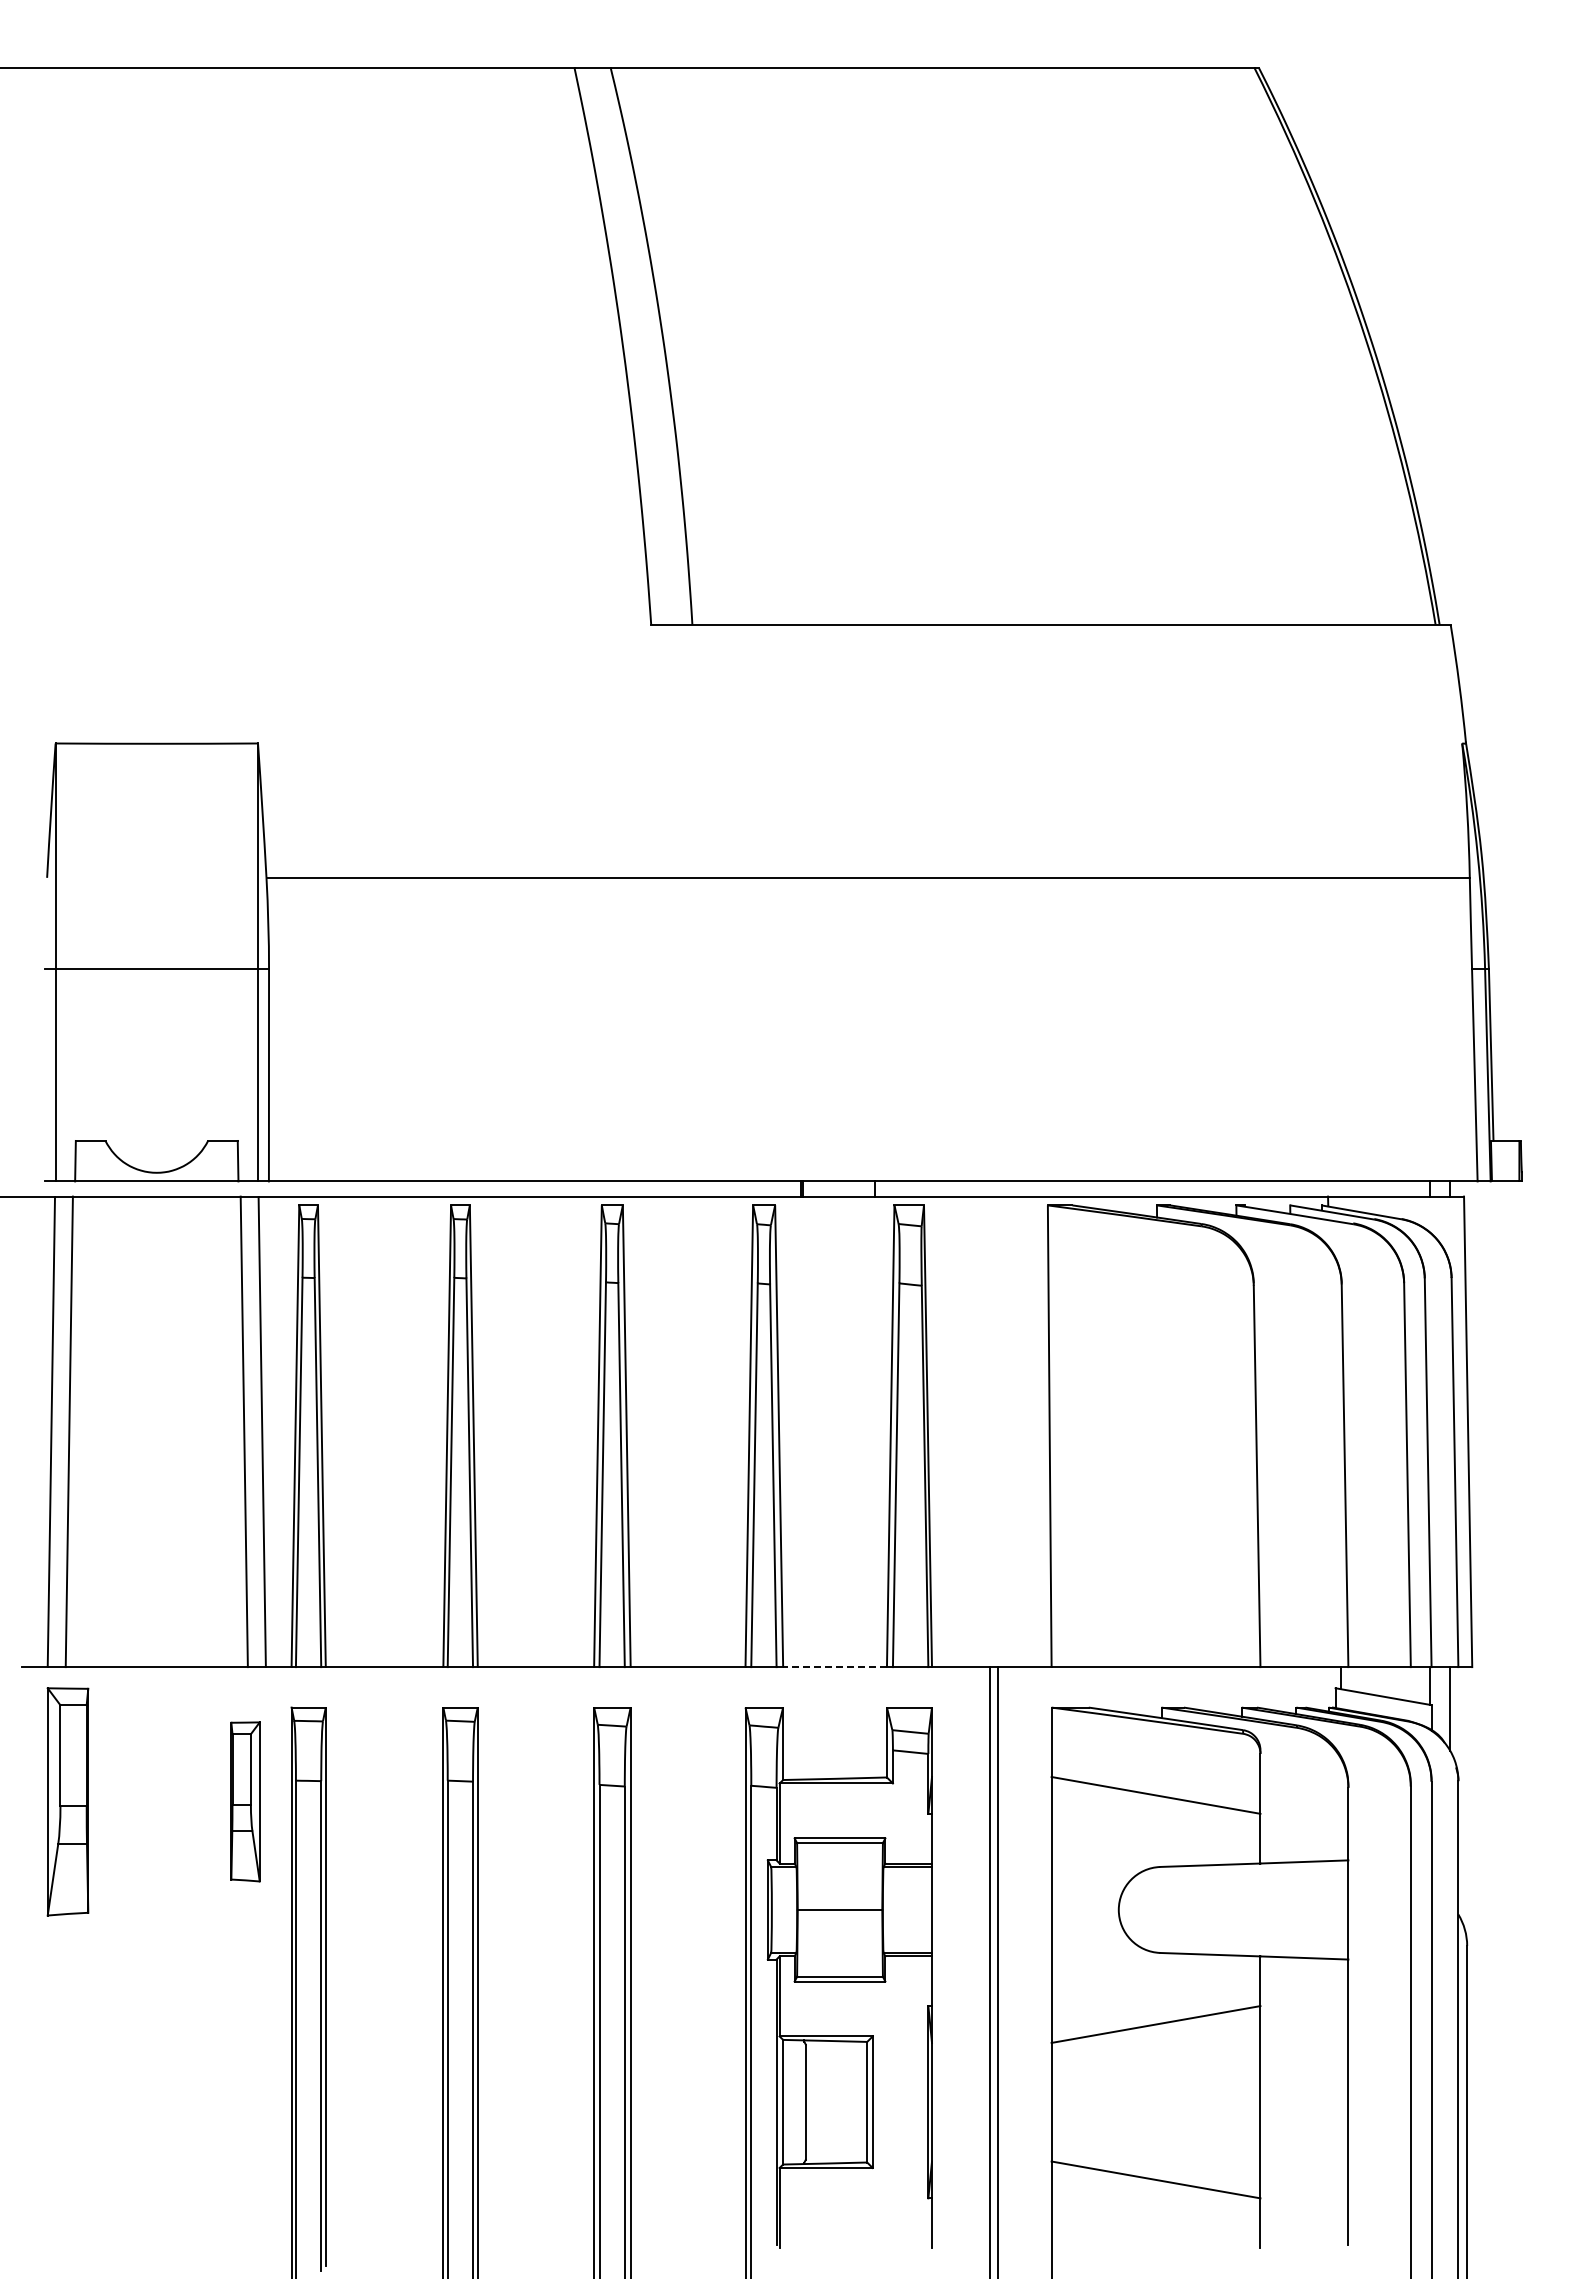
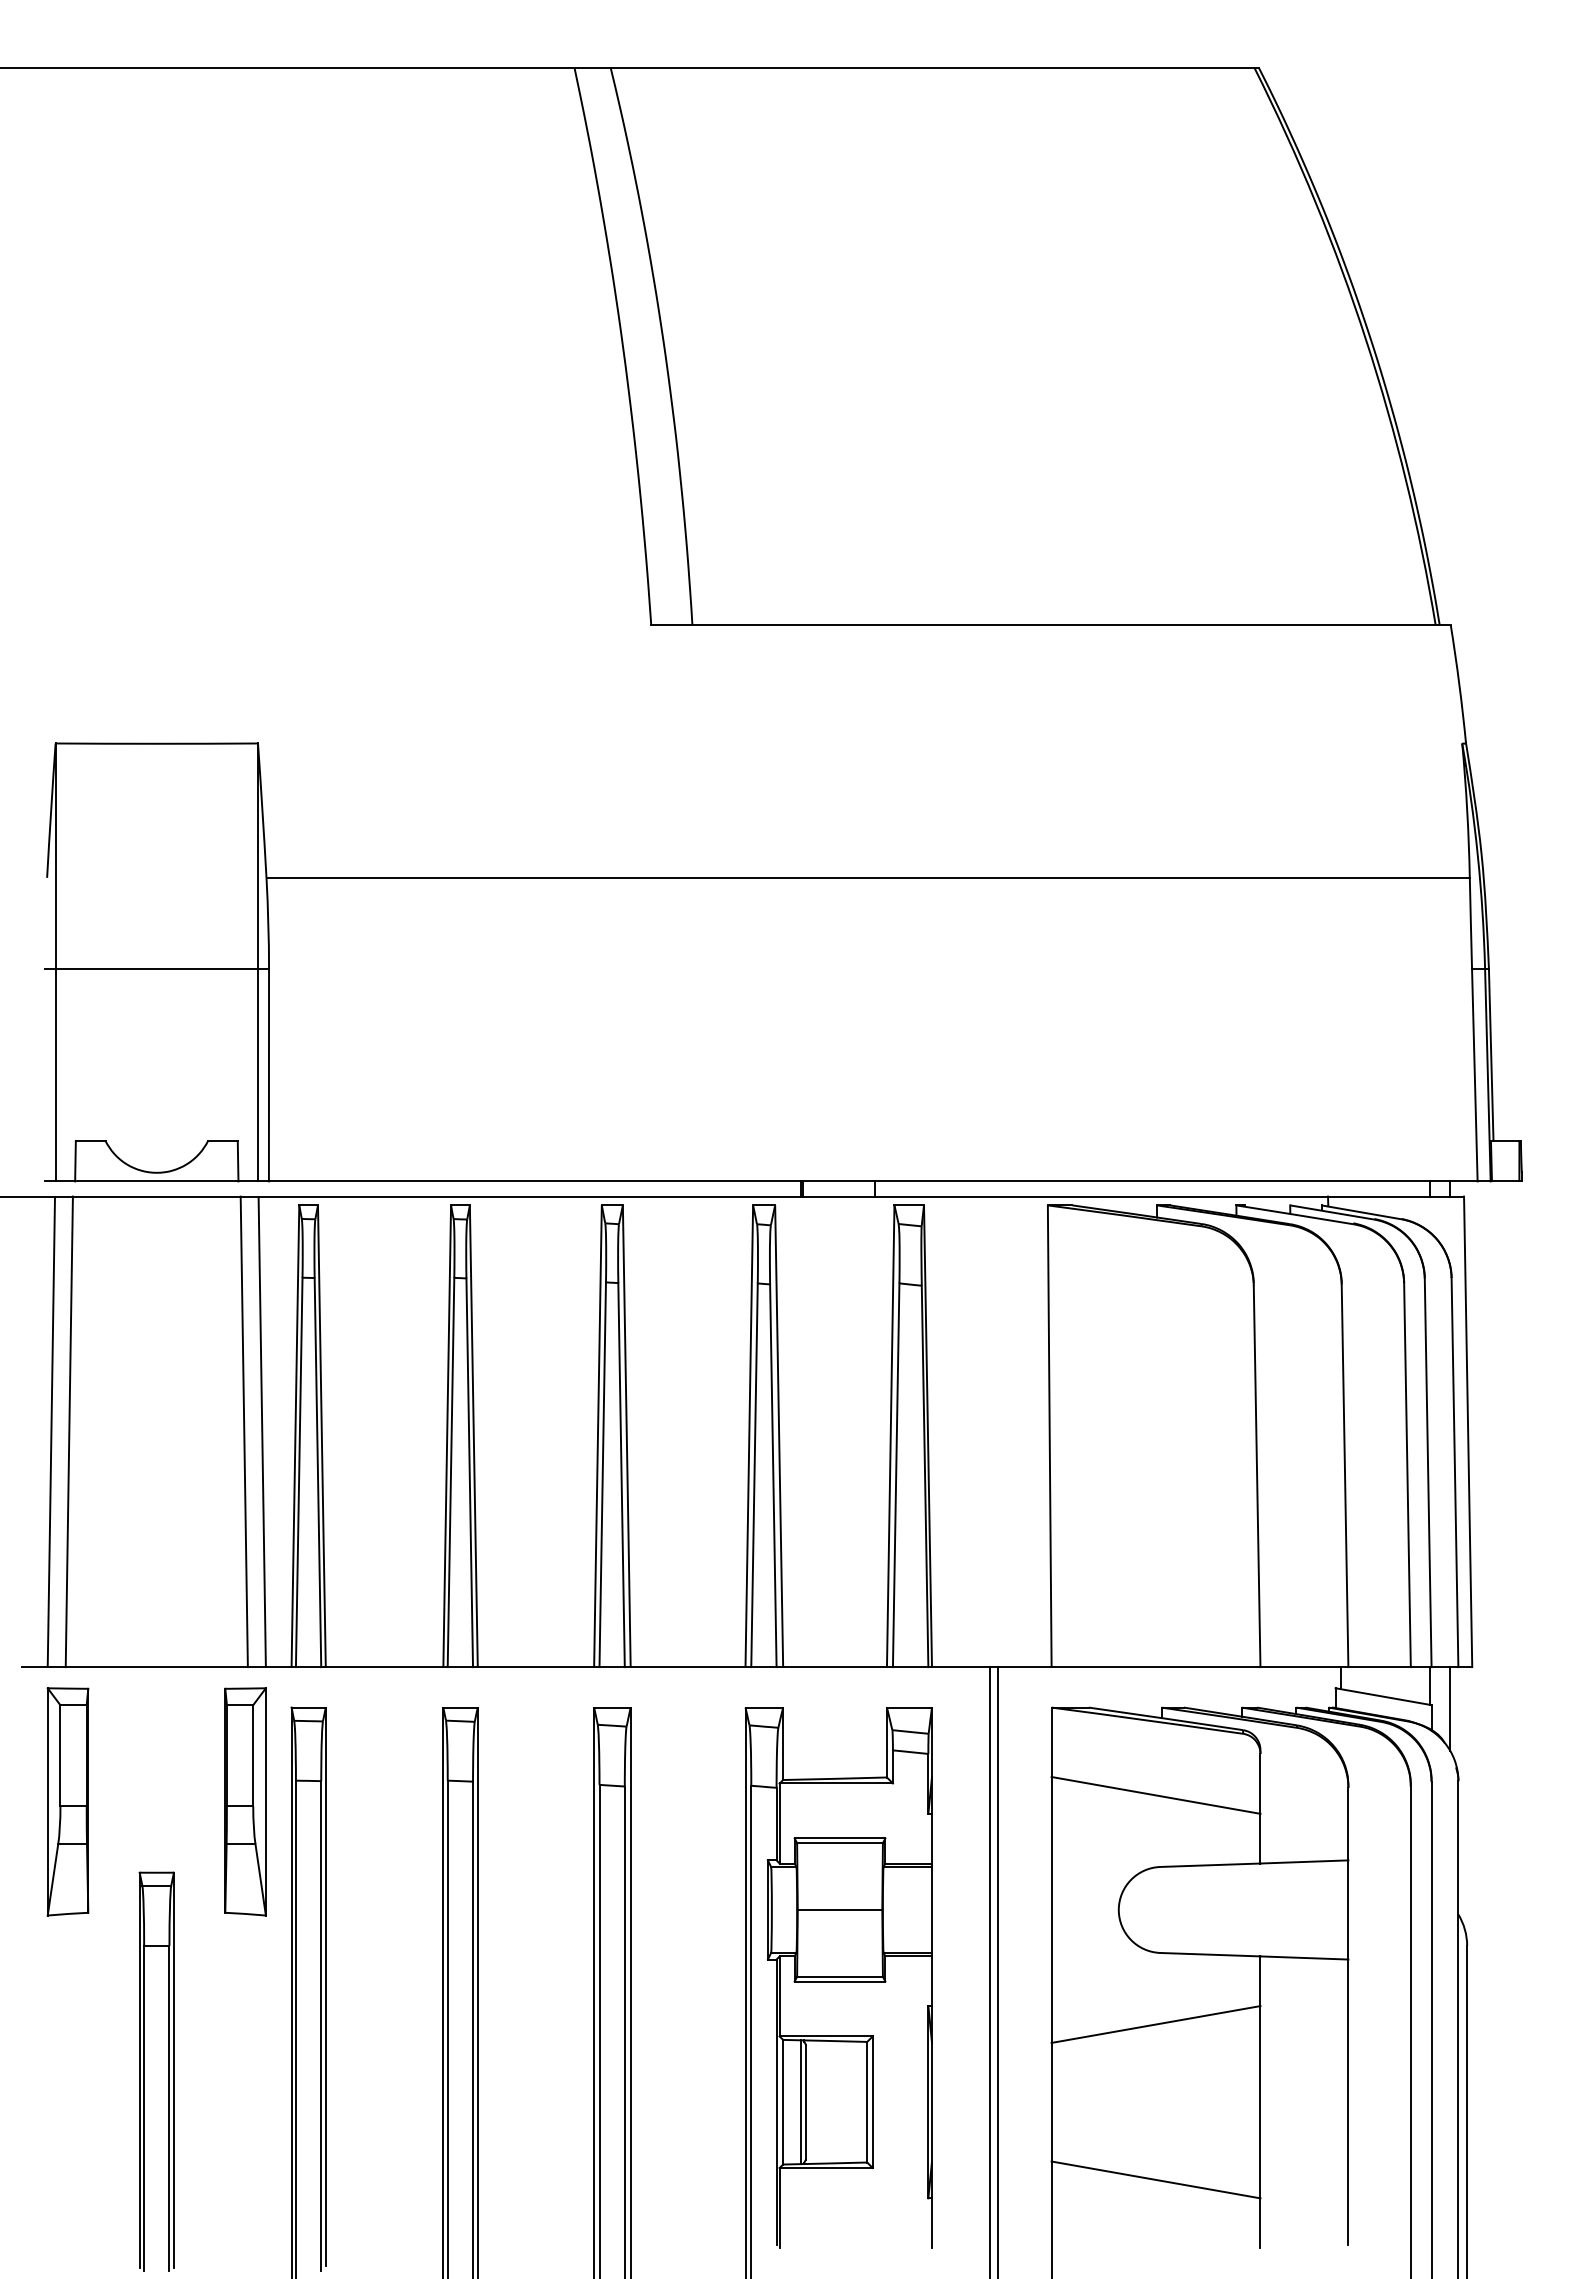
line at (835, 1667): dashed -> solid
part at (245, 1801) size: 31x162 px -> 43x230 px
part at (144, 2071): none -> present
line at (800, 2102): none -> present
